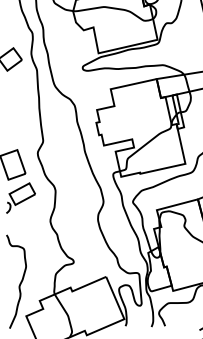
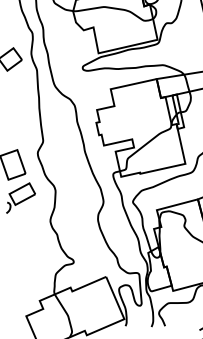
curve at (19, 283): present -> none
